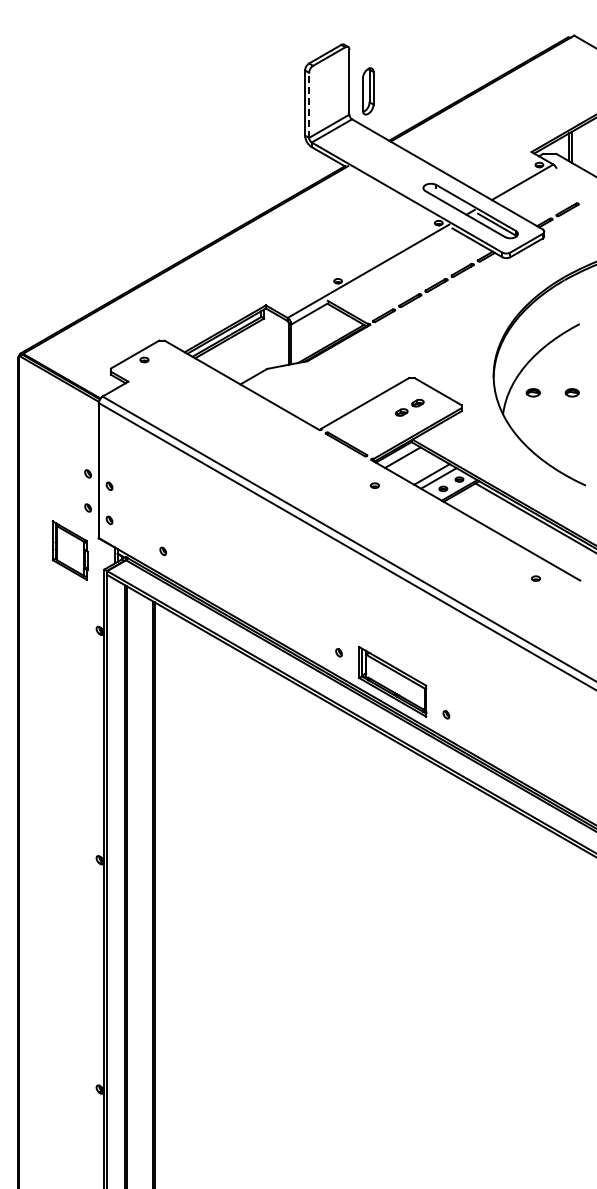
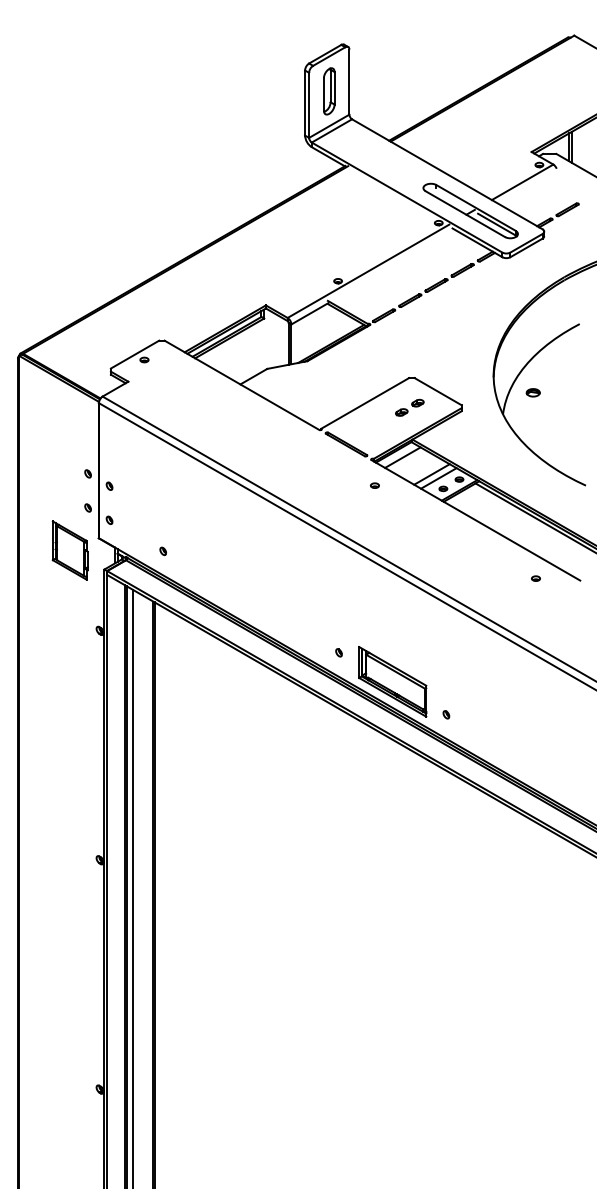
part at (368, 91) position: (368, 91) -> (329, 91)
line at (309, 105): dashed -> solid
part at (571, 392): present -> none
line at (133, 887): none -> present
